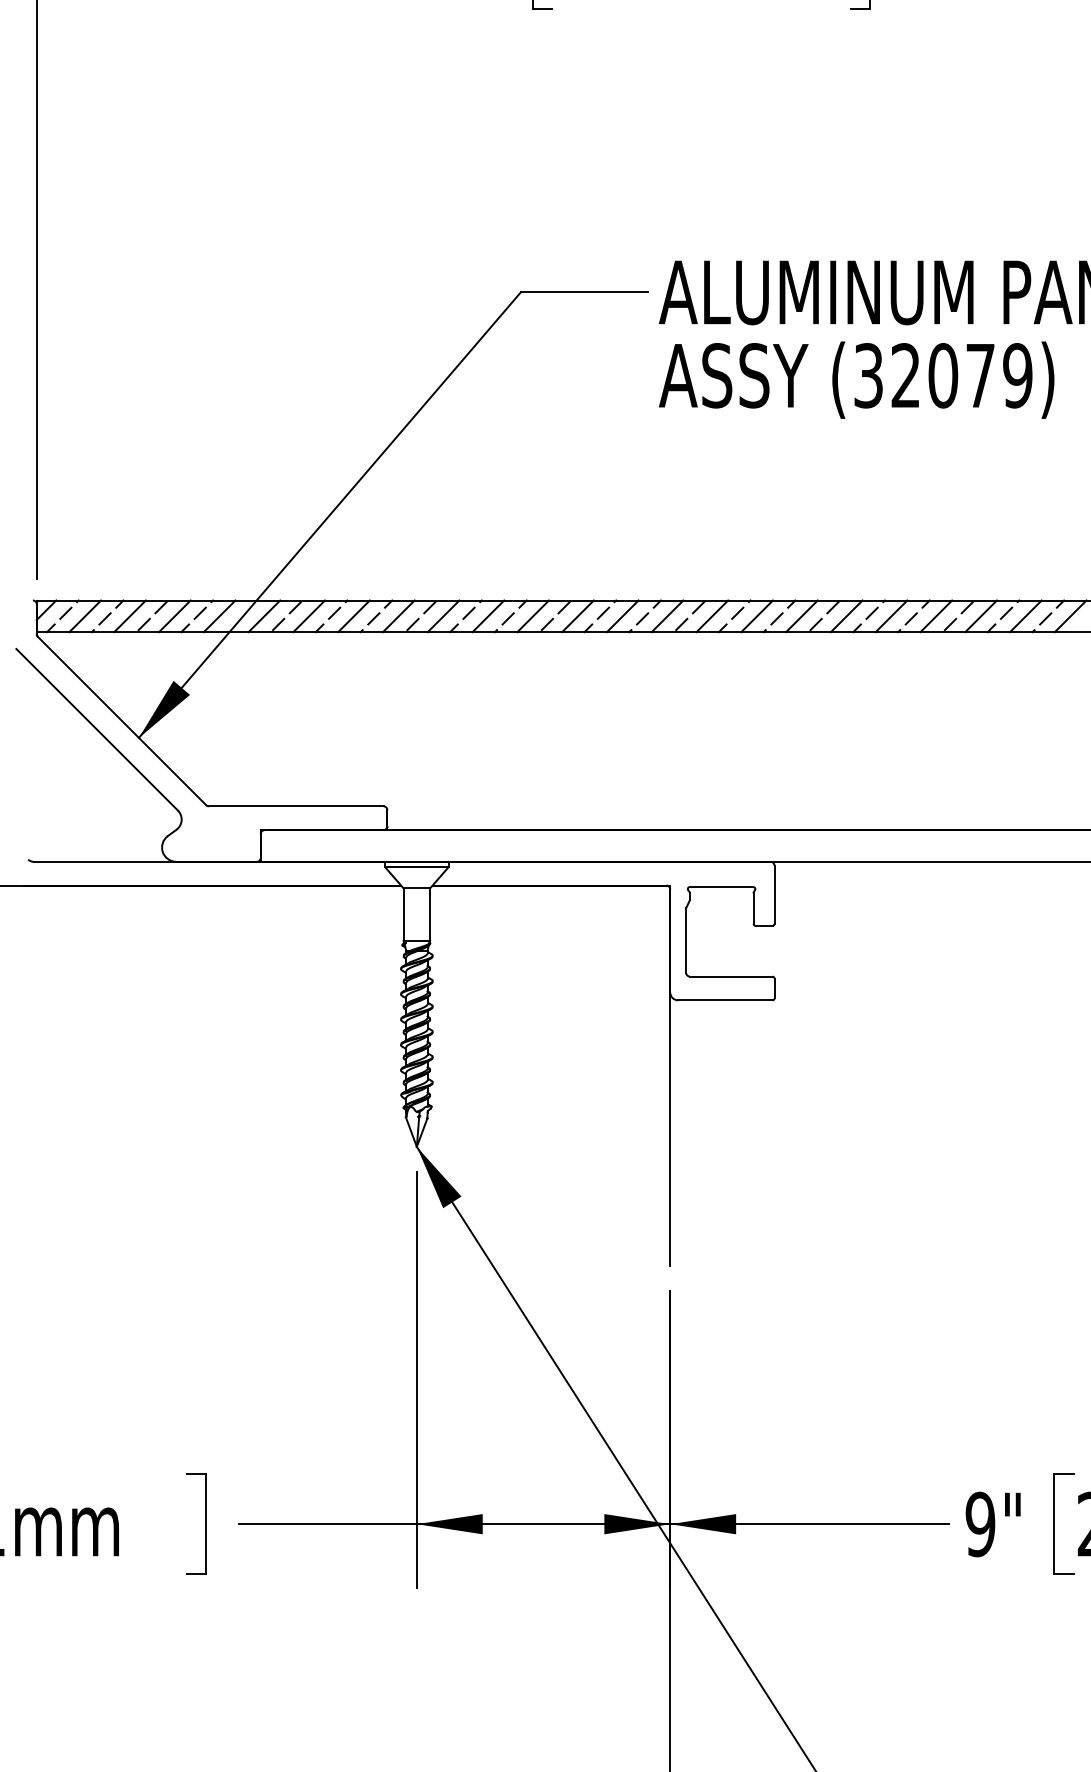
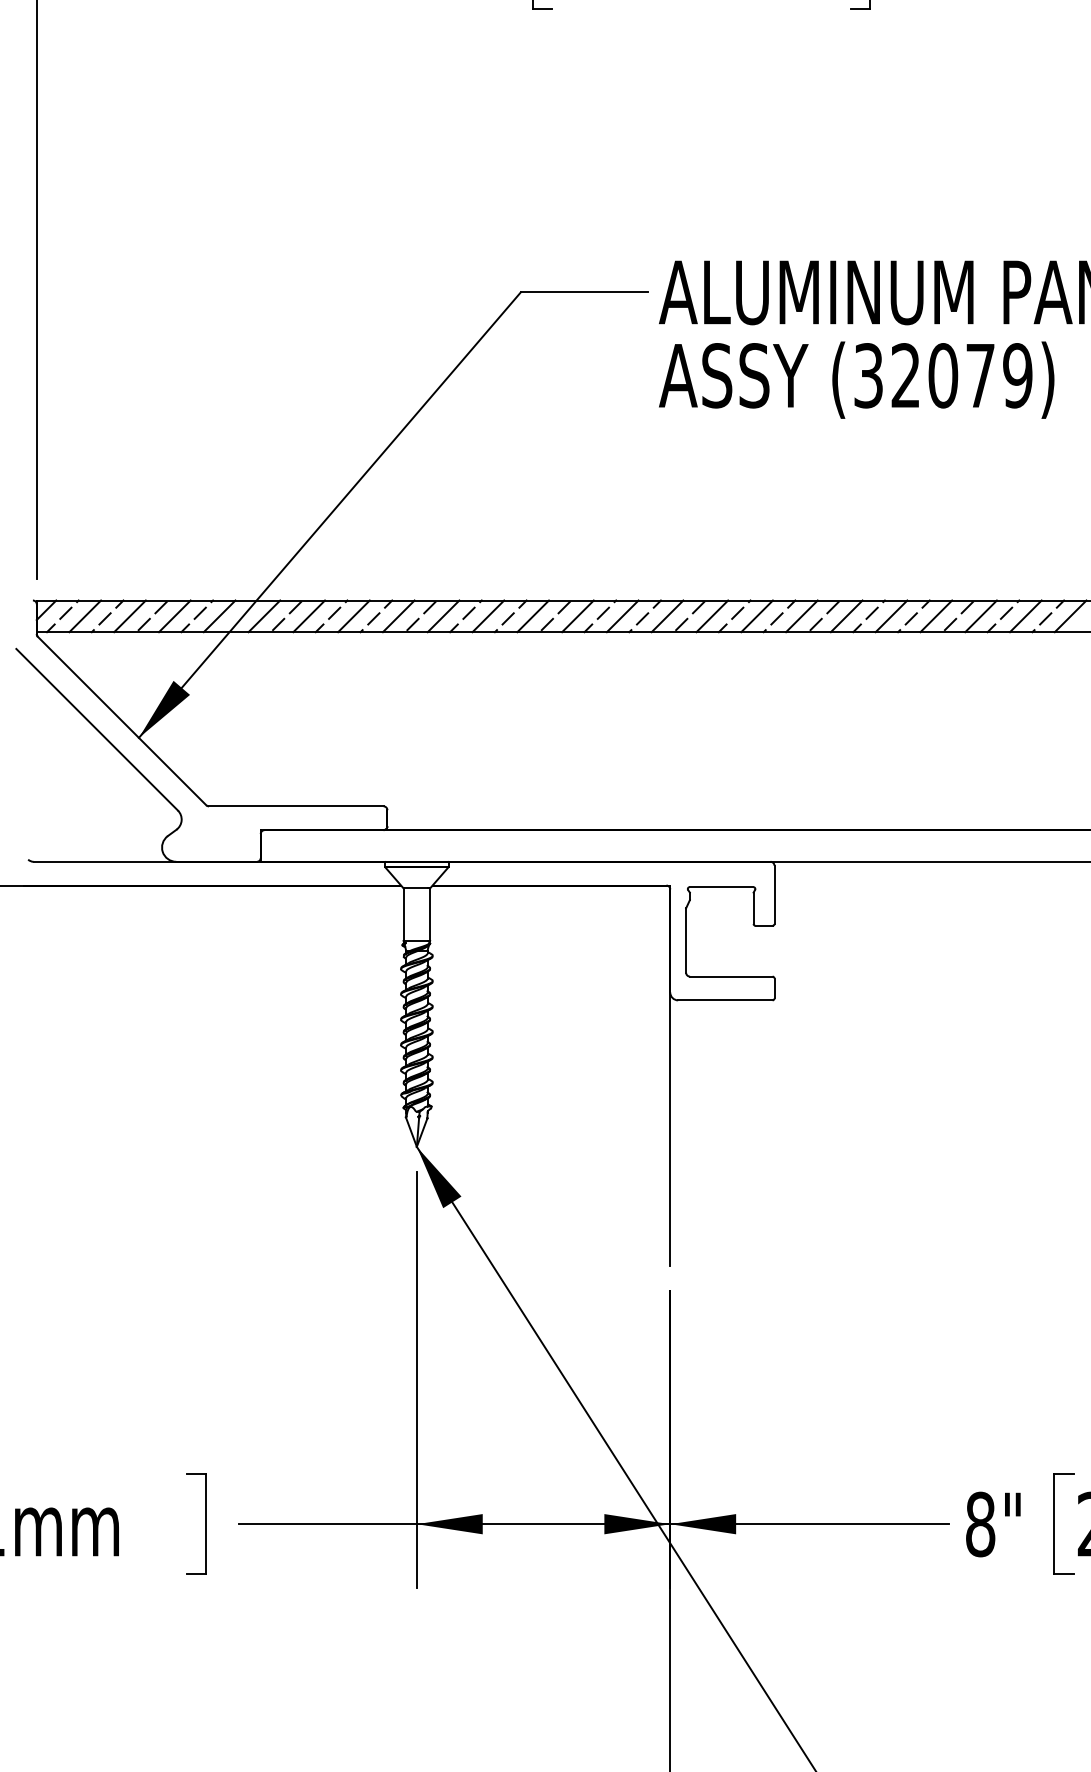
text at (980, 1524): 9" -> 8"
